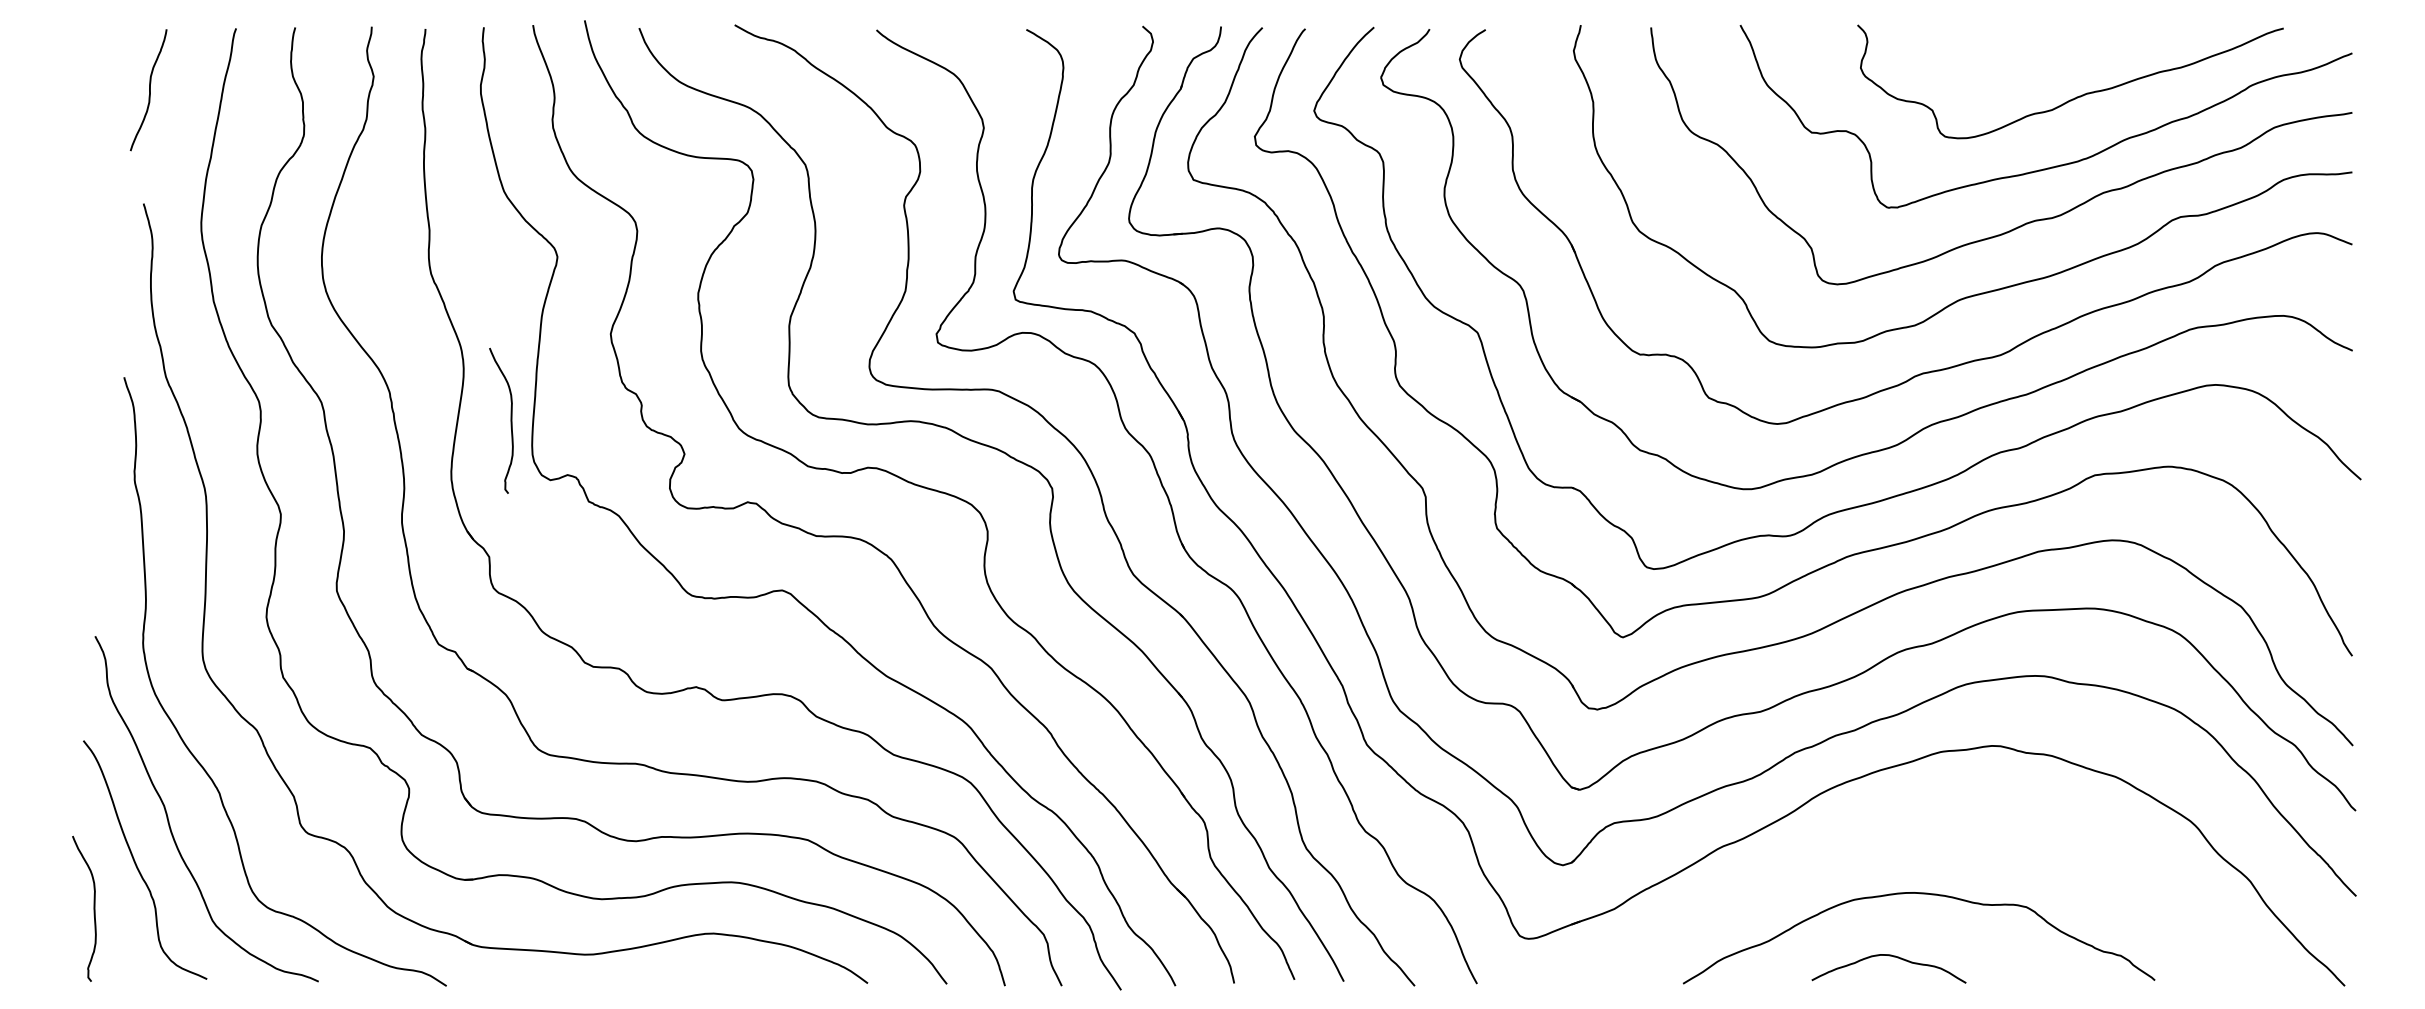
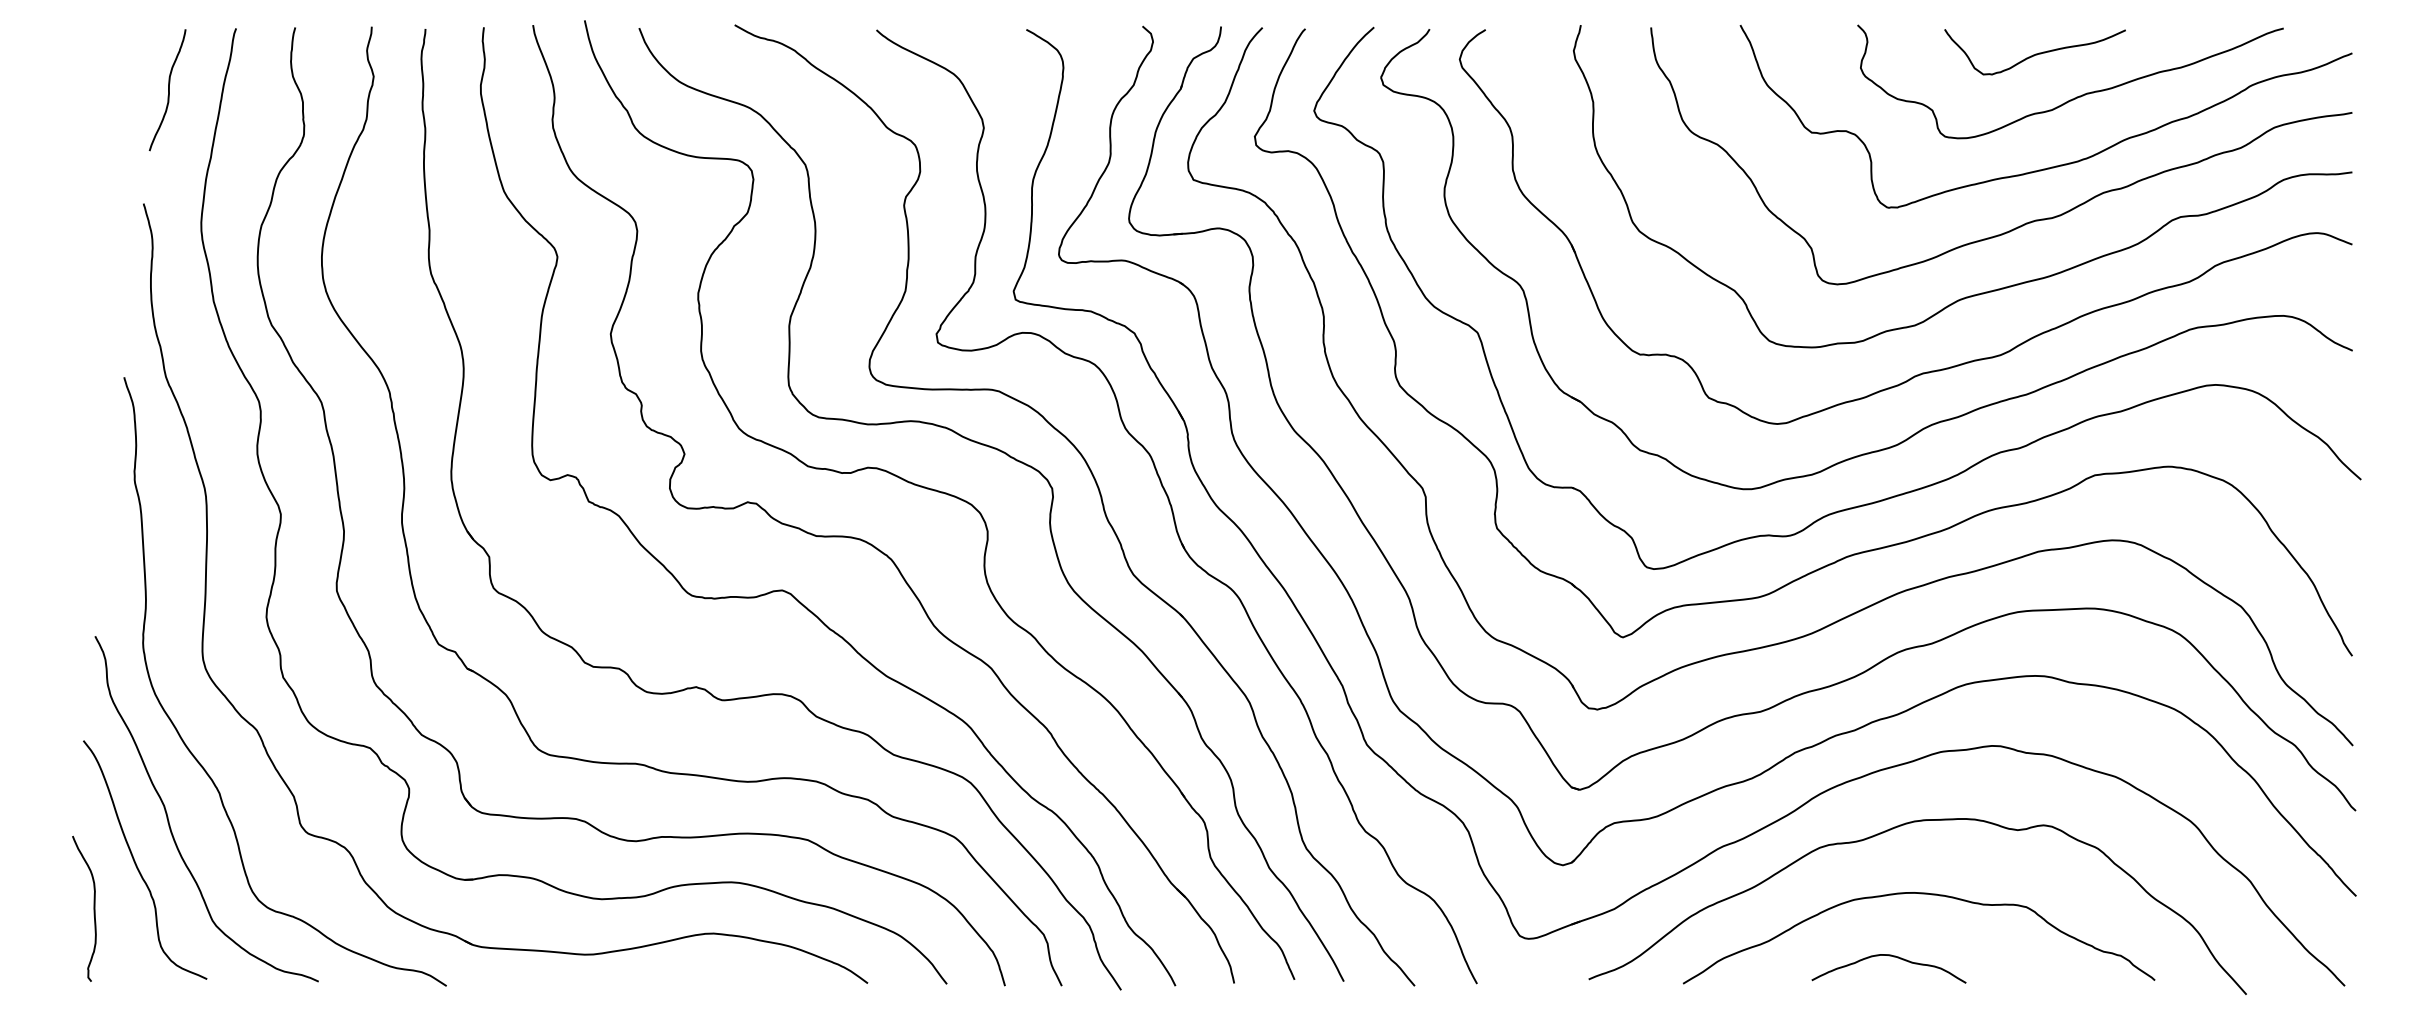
curve at (2035, 53): none -> present
curve at (149, 90) position: (149, 90) -> (168, 90)
curve at (510, 420): present -> none
curve at (1888, 831): none -> present
